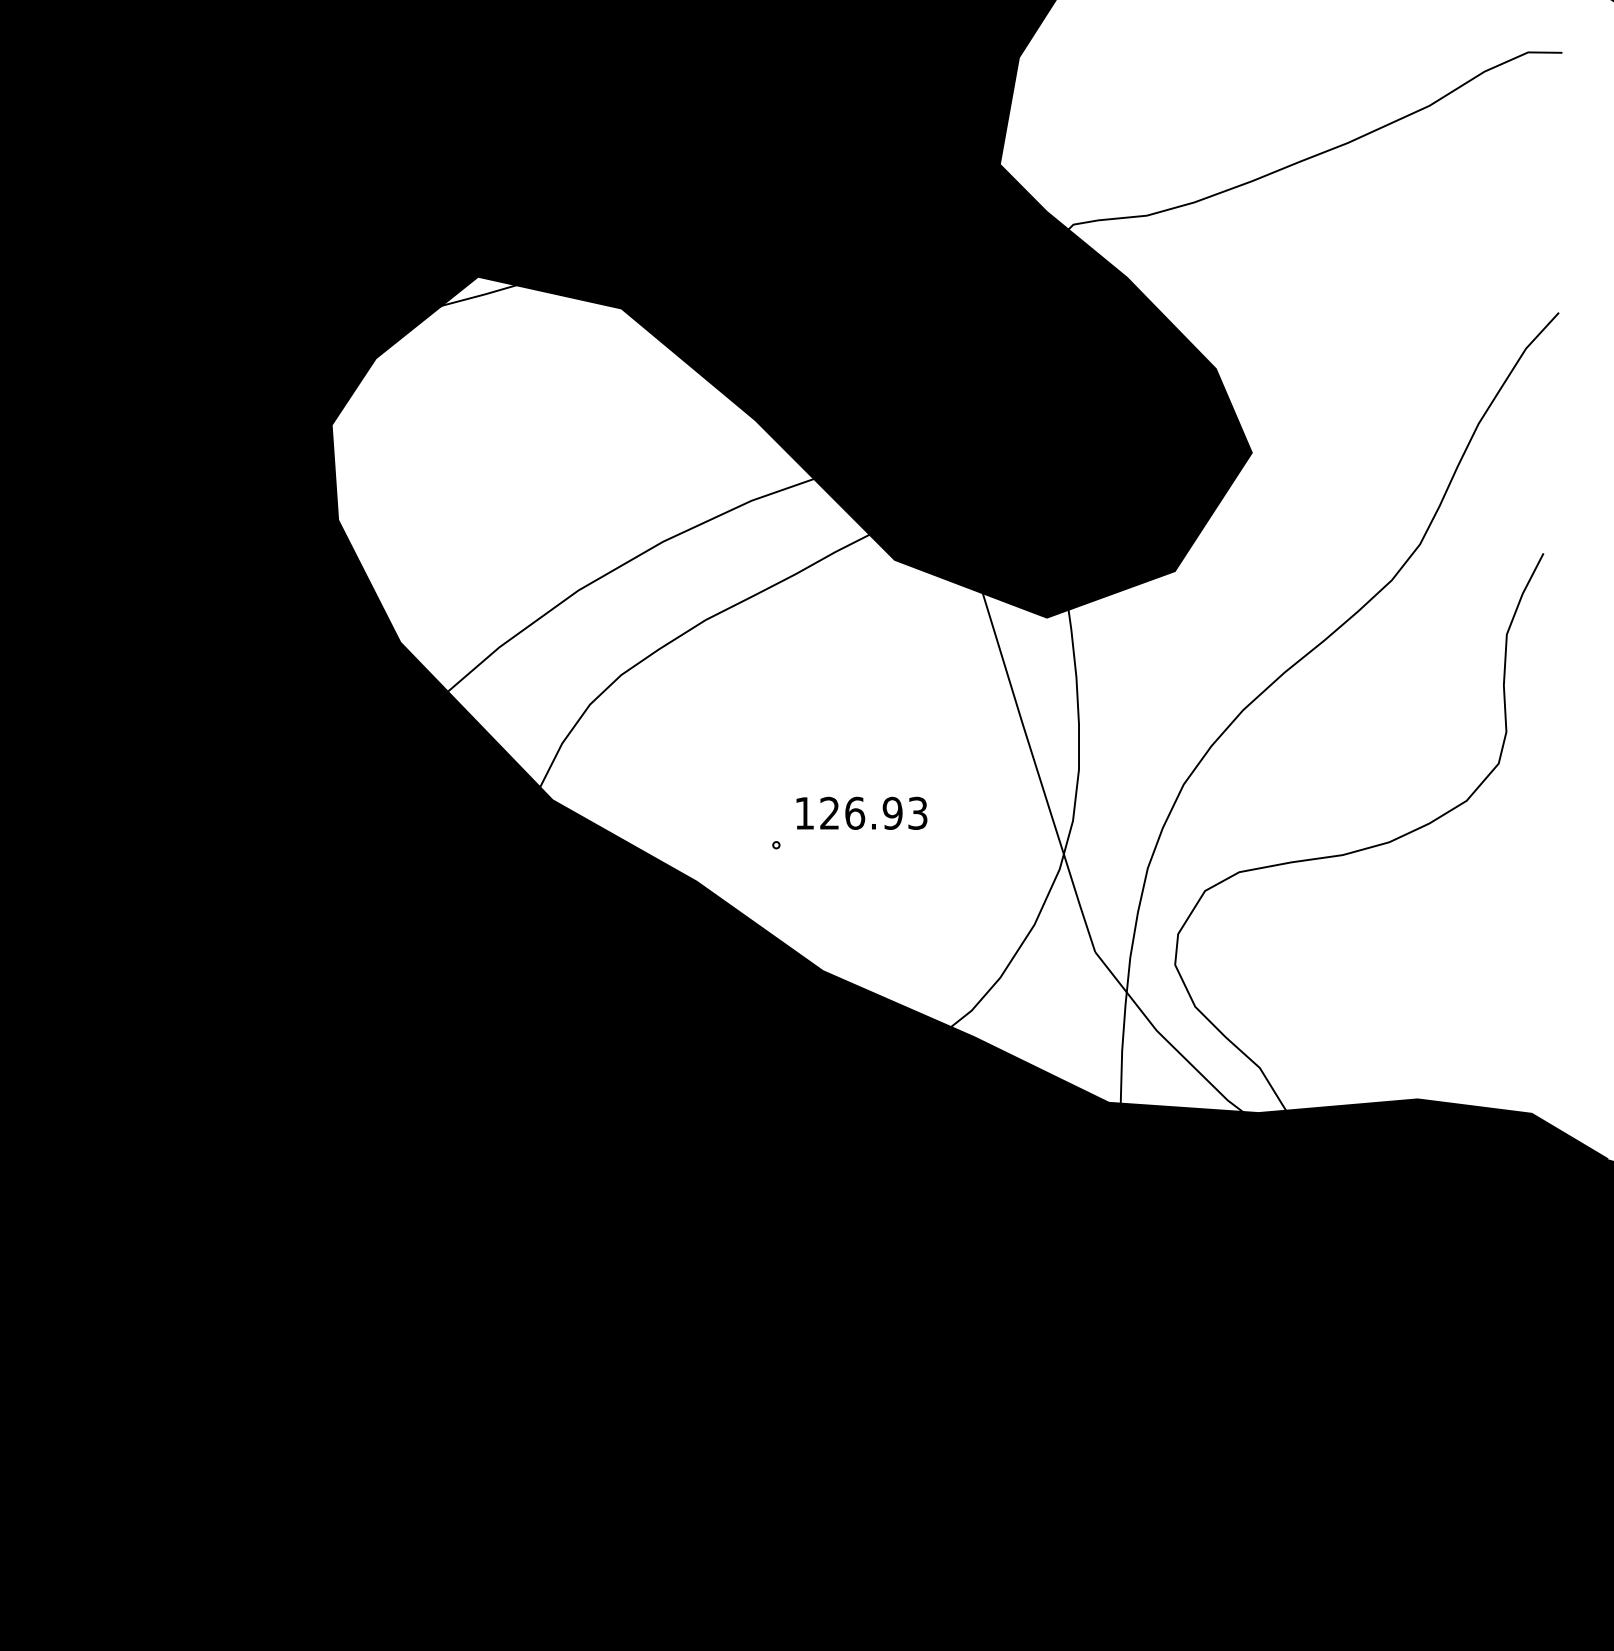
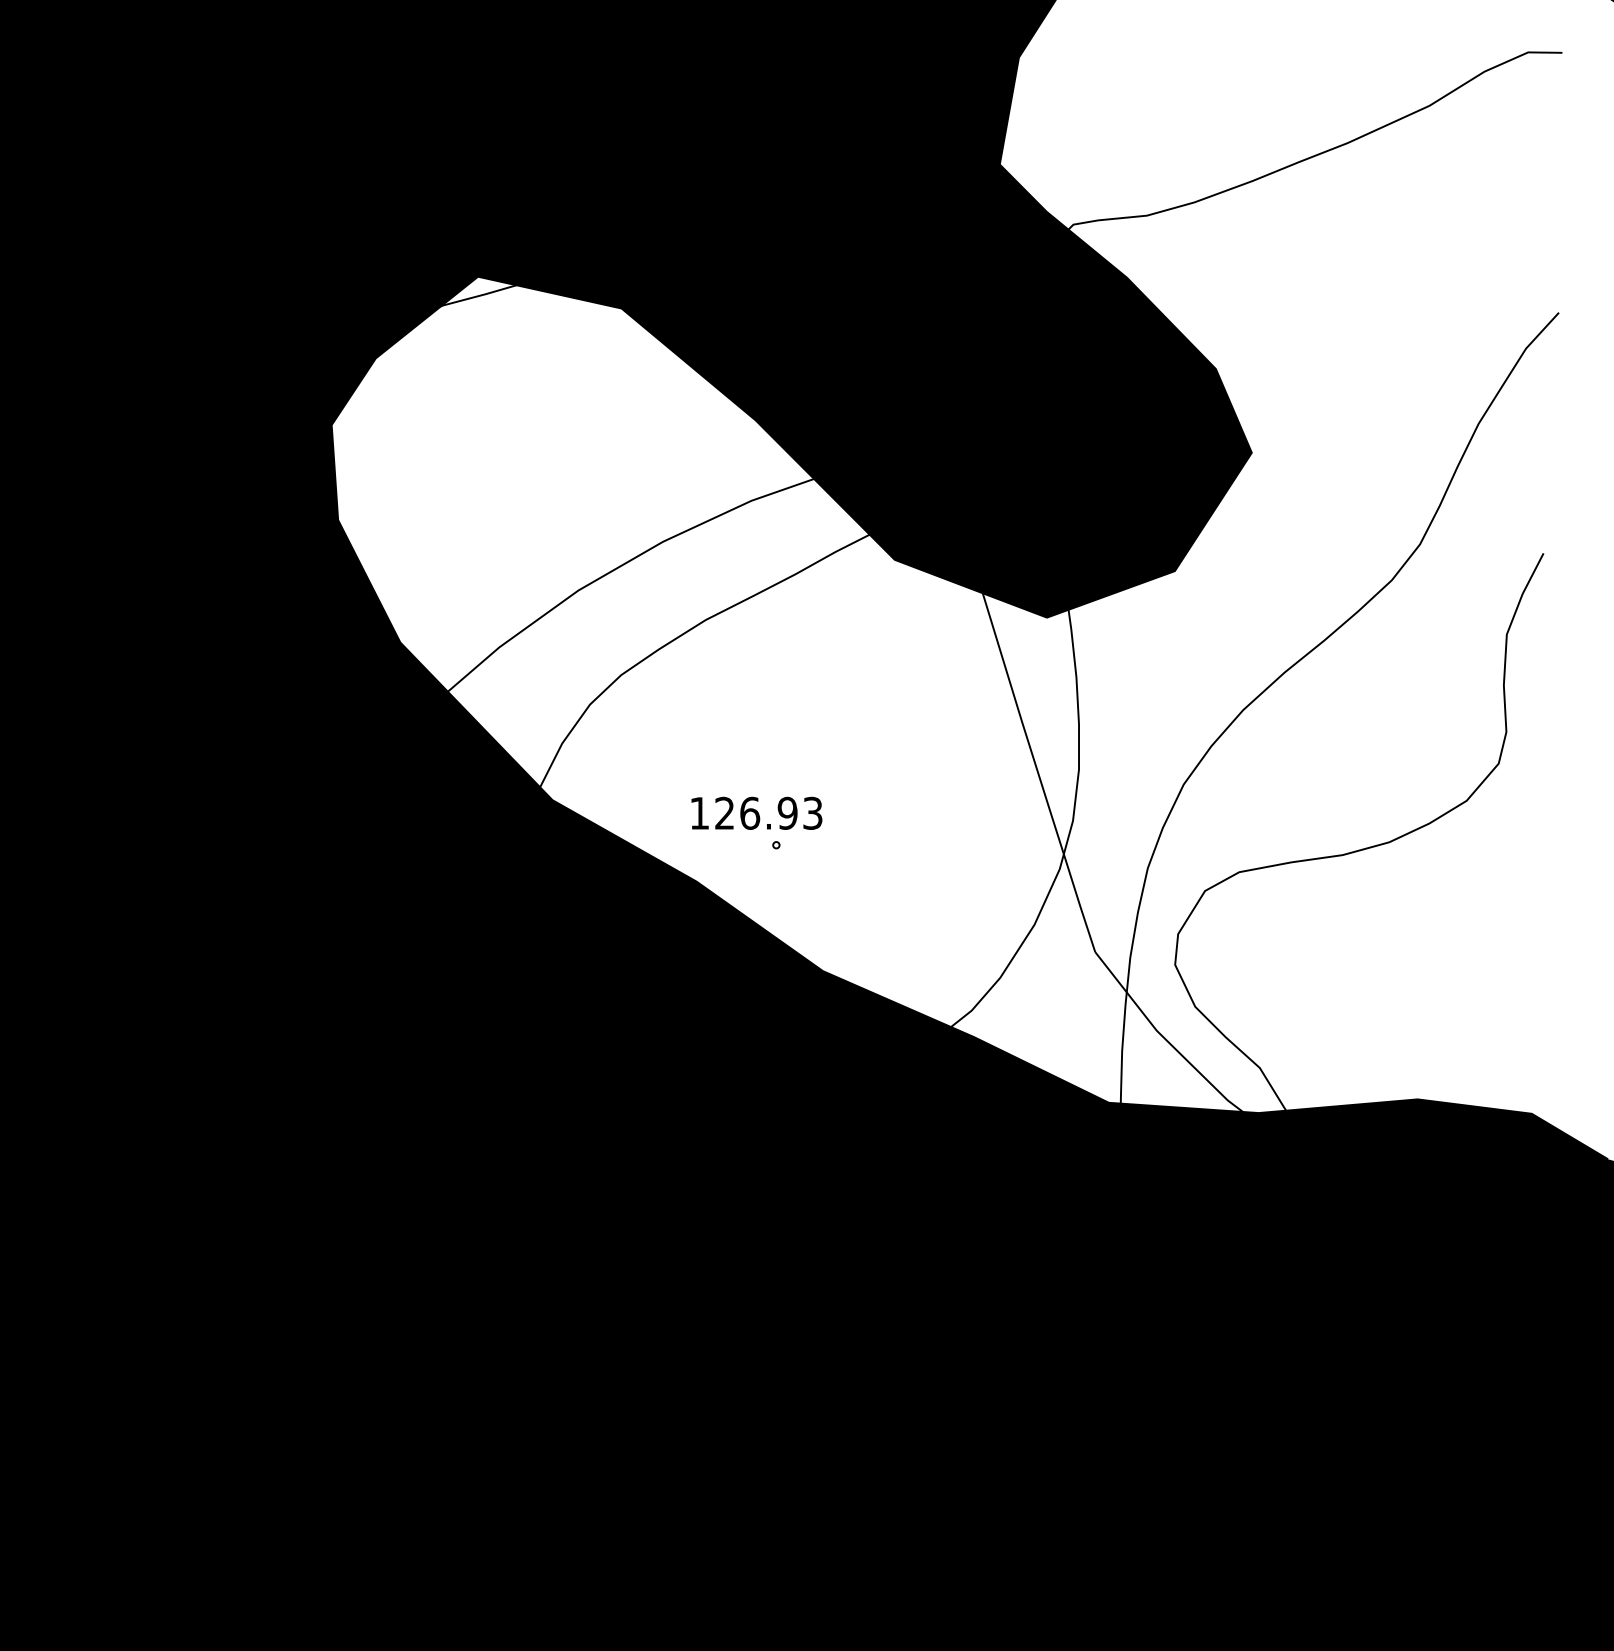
text at (861, 812) position: (861, 812) -> (756, 812)
